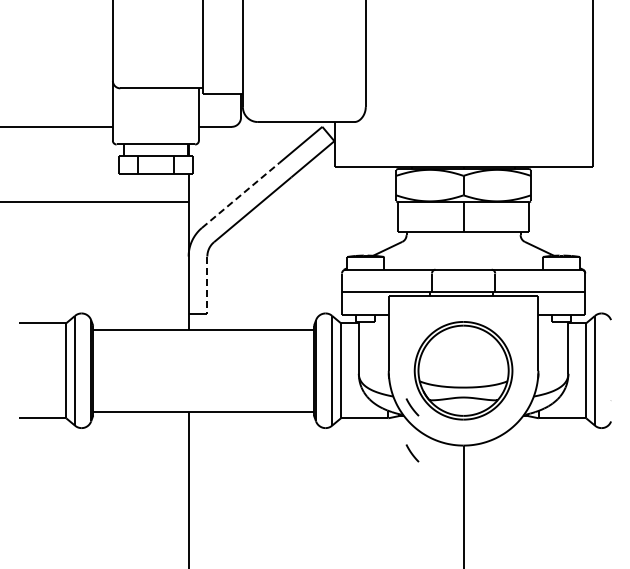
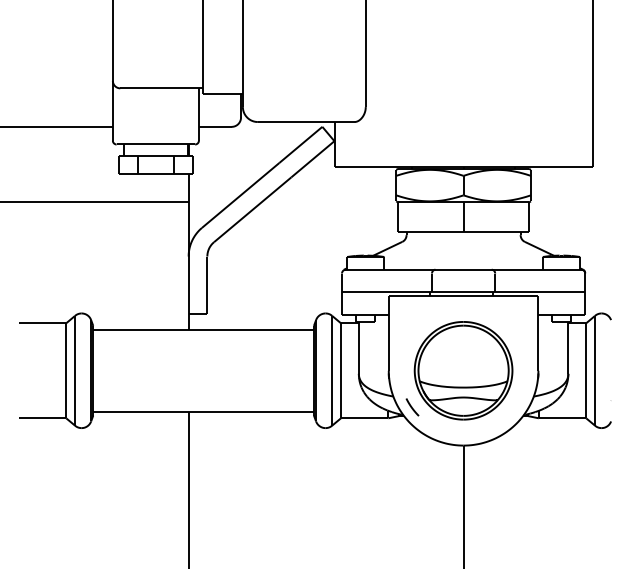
line at (240, 195): dashed -> solid
line at (207, 285): dashed -> solid
line at (412, 453): present -> none
